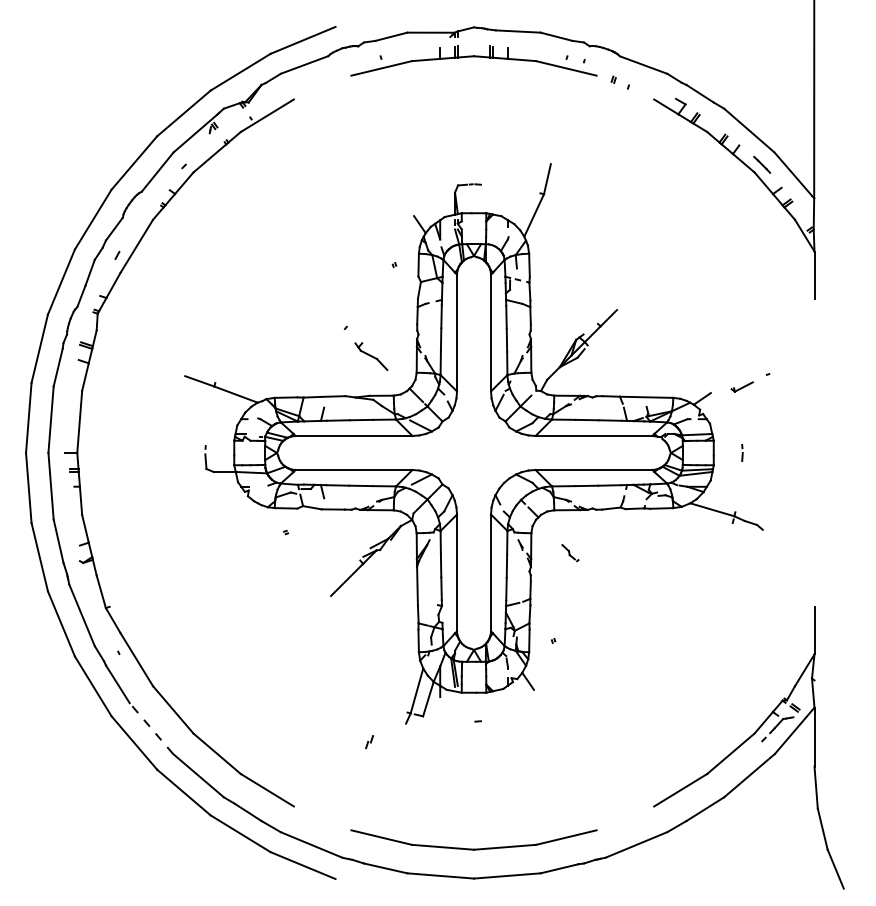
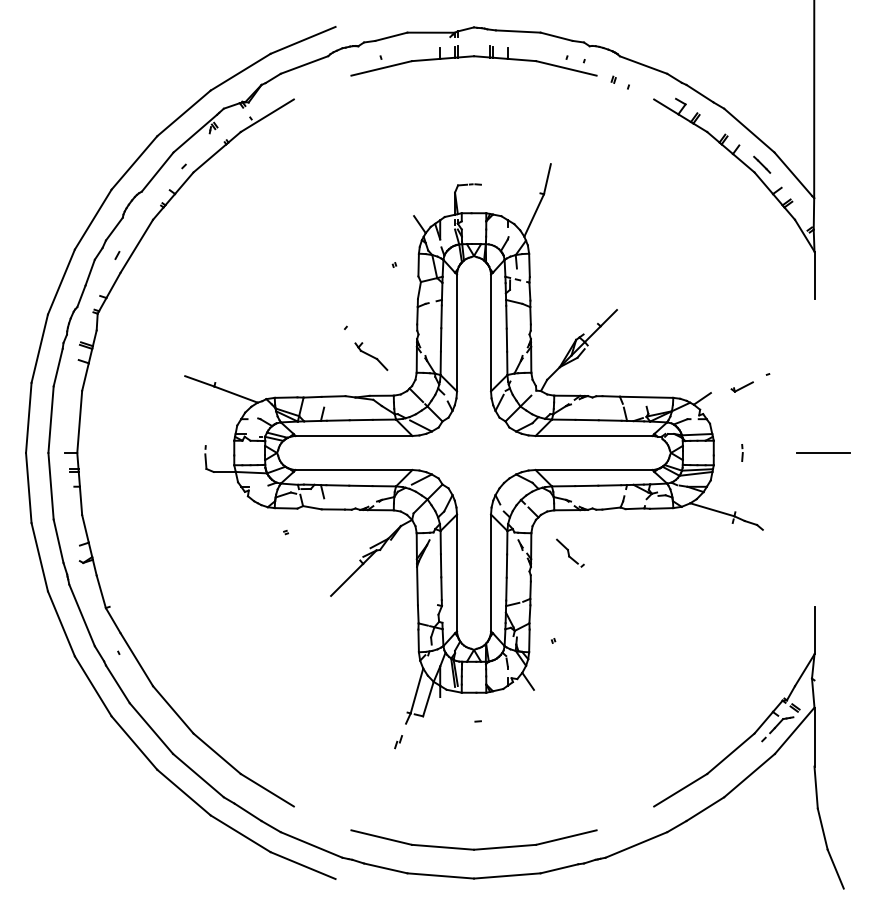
line at (822, 452): none -> present
part at (570, 553) size: 19x19 px -> 29x30 px
line at (151, 728): dashed -> solid
part at (369, 742) position: (369, 742) -> (398, 742)
